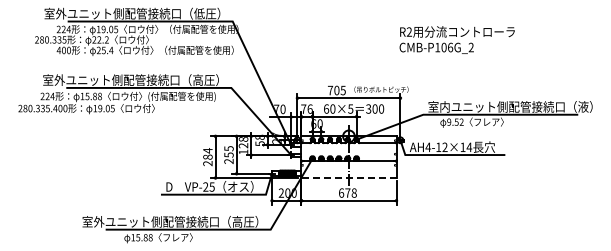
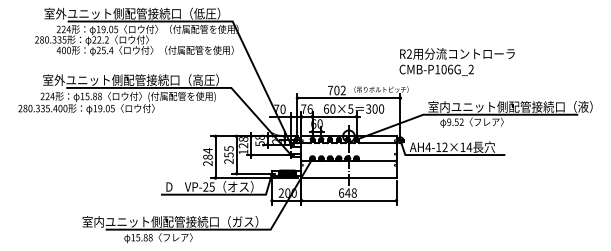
text at (456, 39) position: (456, 39) -> (456, 61)
text at (342, 90): 705 -> 702
line at (348, 178): dashed -> solid
text at (347, 192): 678 -> 648
text at (174, 221): 室外ユニット側配管接続口（高圧） -> 室内ユニット側配管接続口（ガス）
